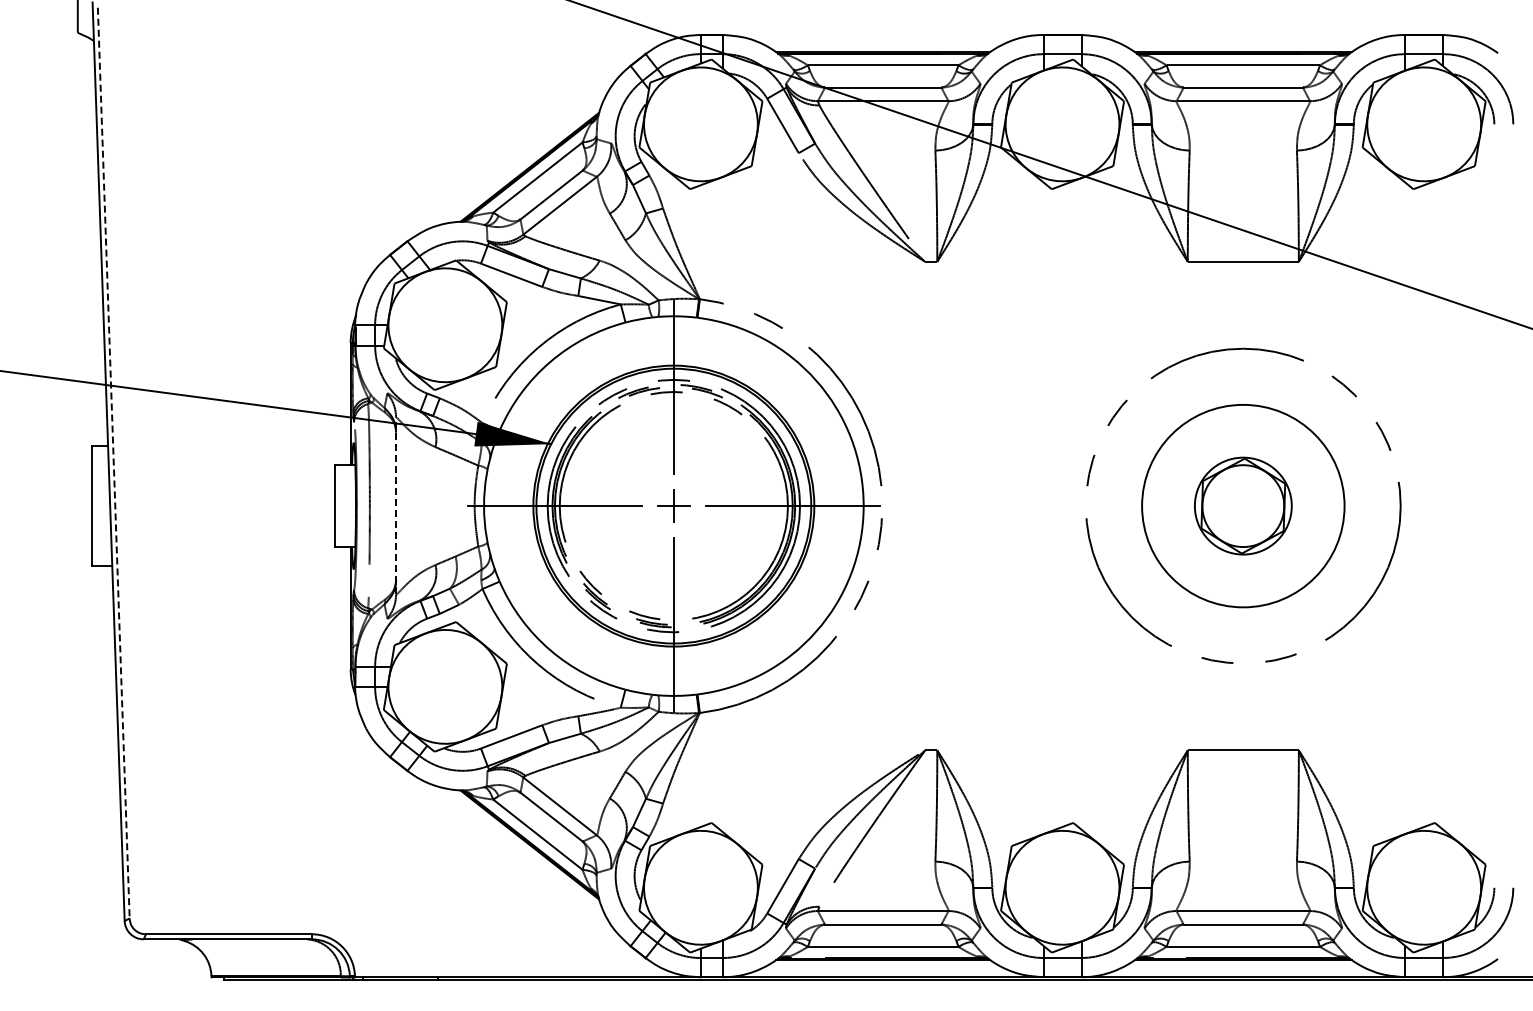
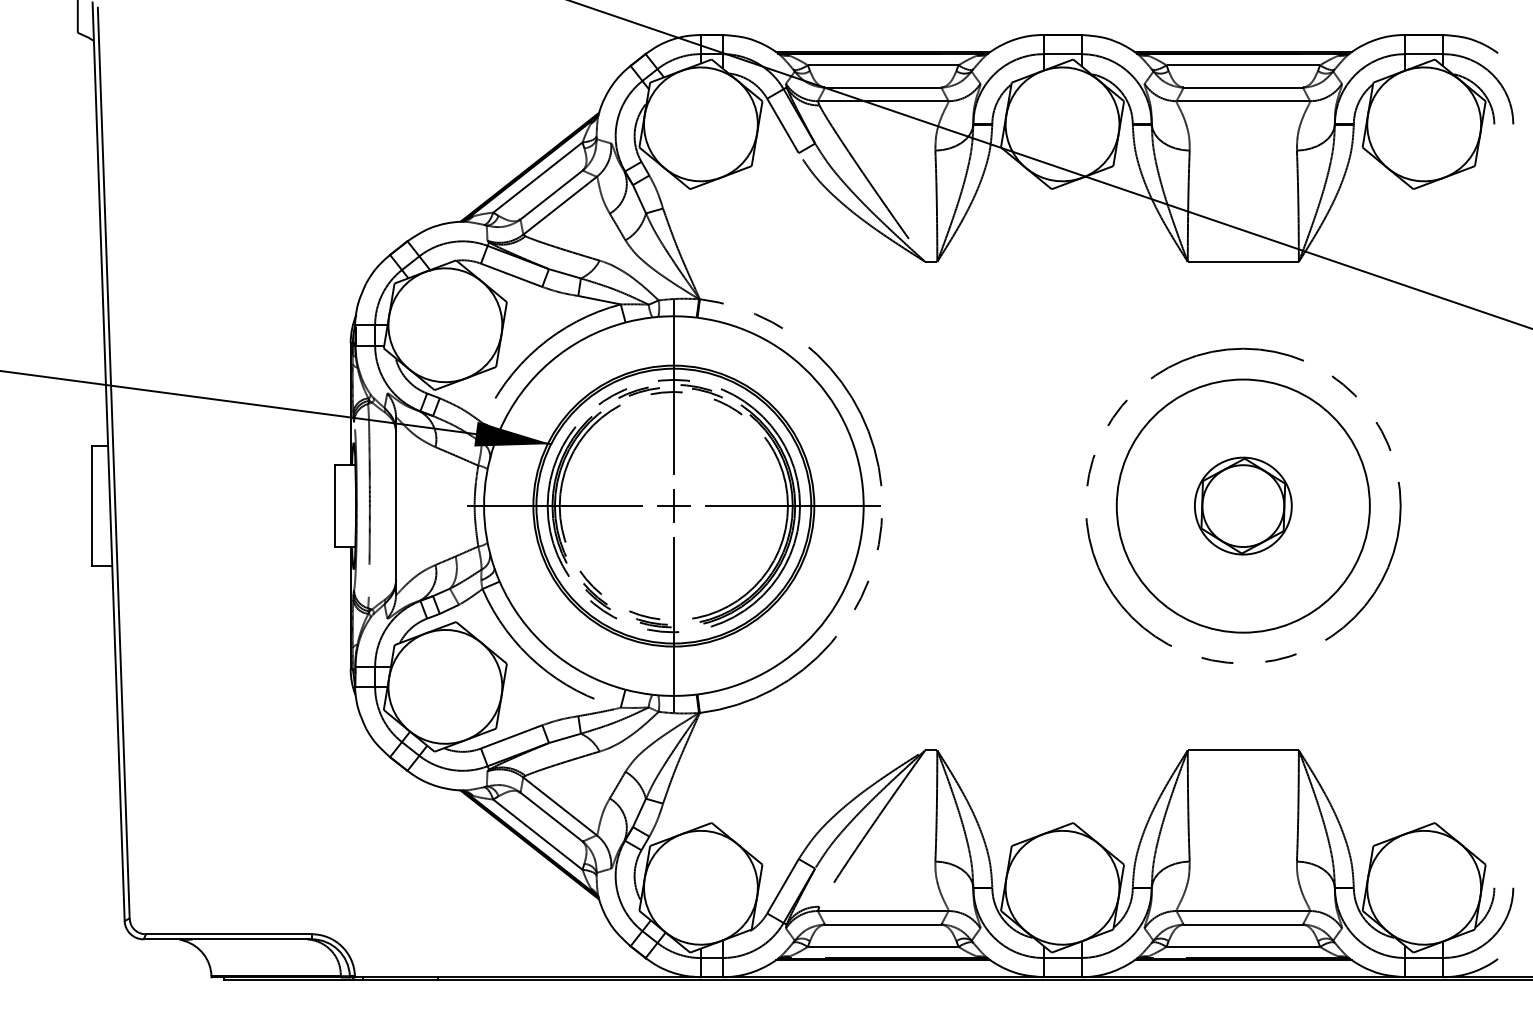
line at (113, 463): dashed -> solid
line at (396, 505): dashed -> solid
circle at (1243, 505) diameter: 202 px -> 253 px
